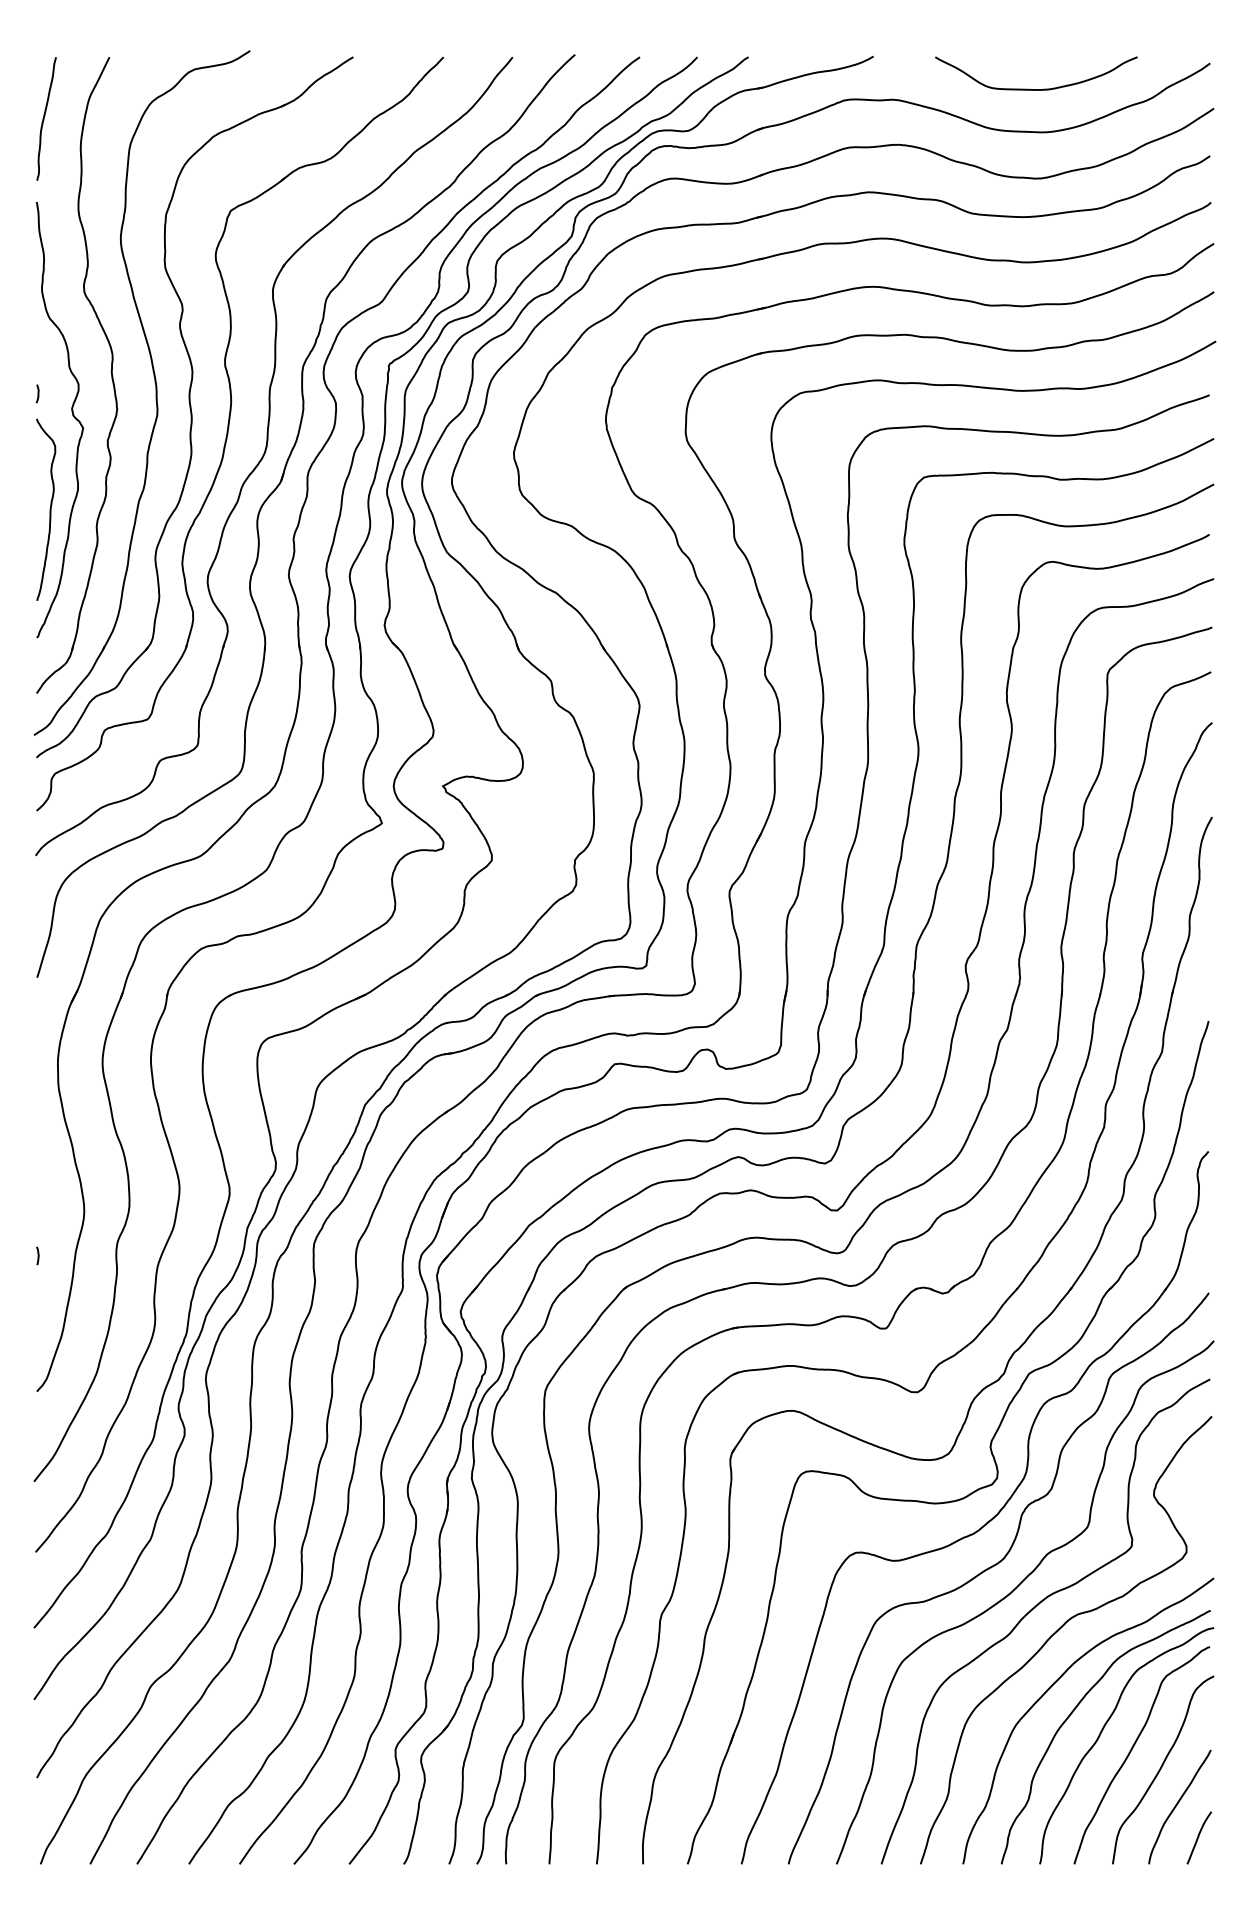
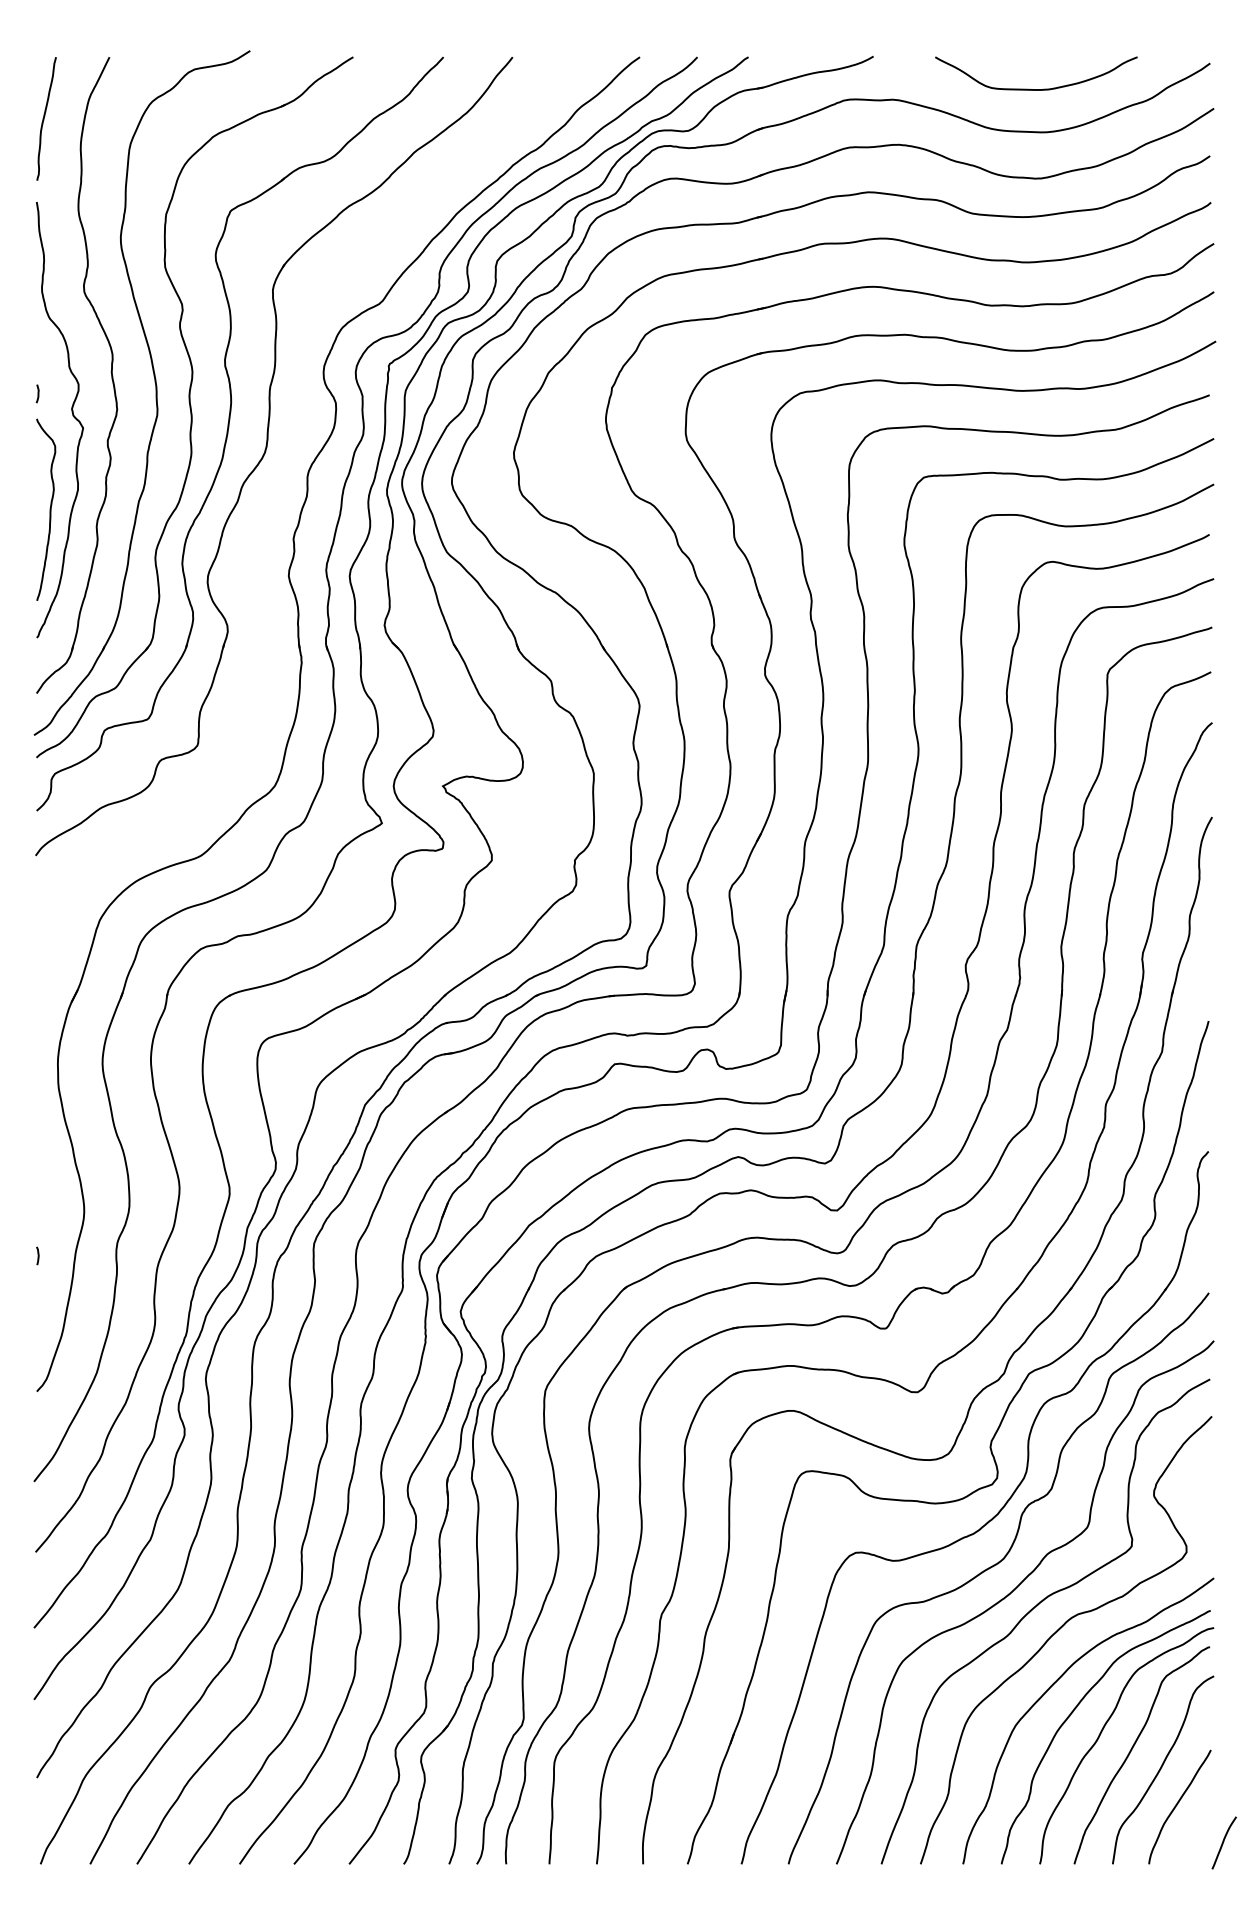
part at (278, 487): present -> none
curve at (1198, 1837) position: (1198, 1837) -> (1223, 1842)
